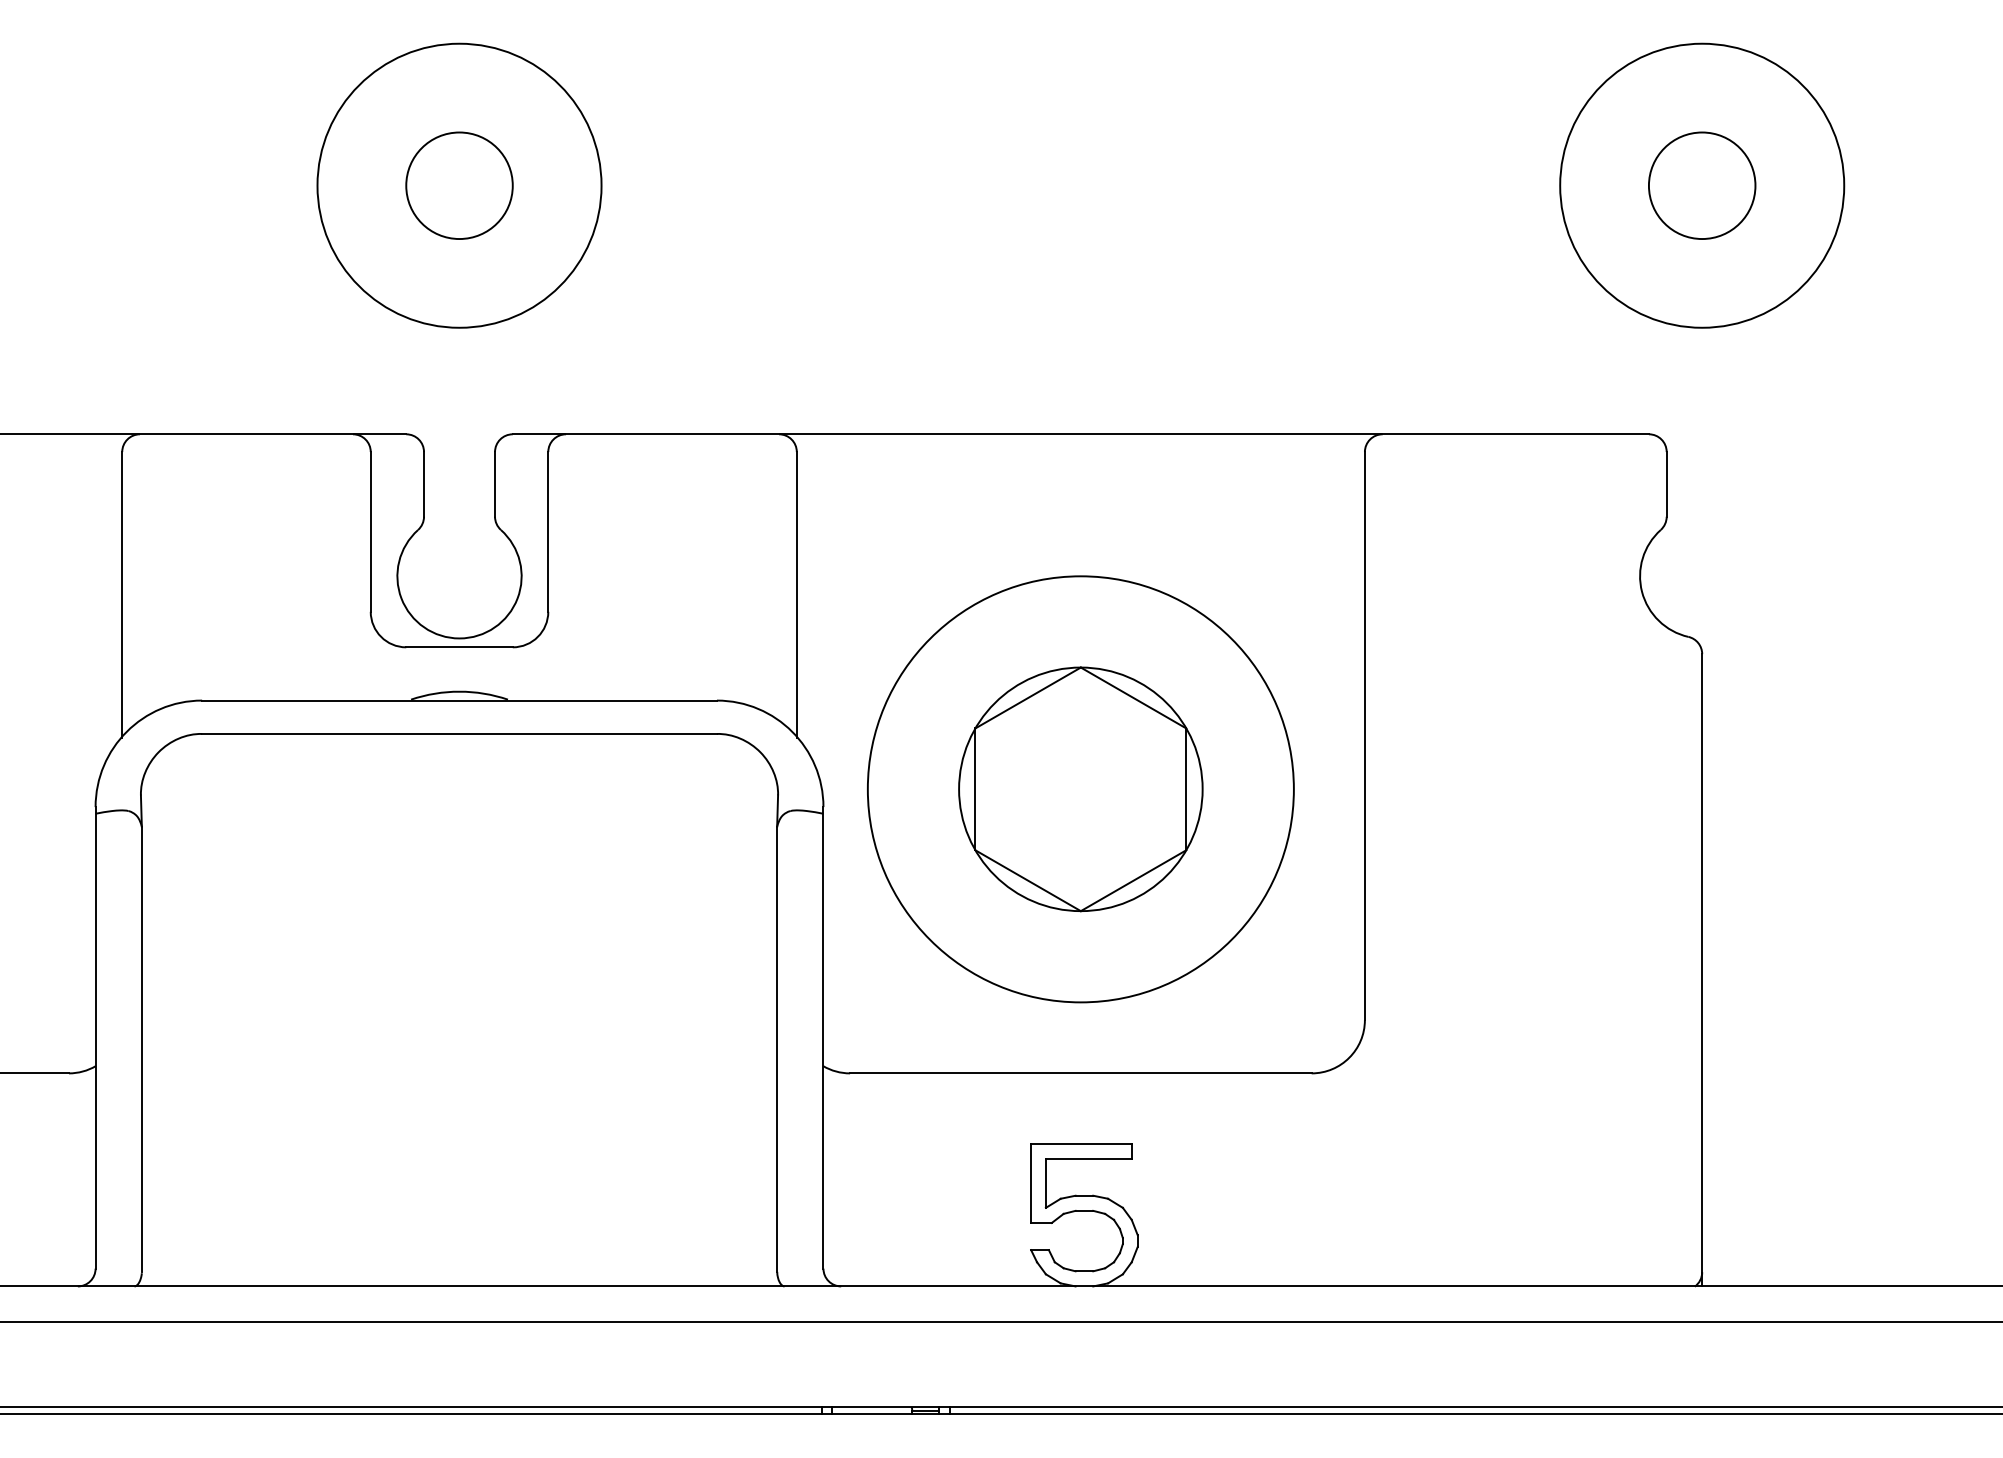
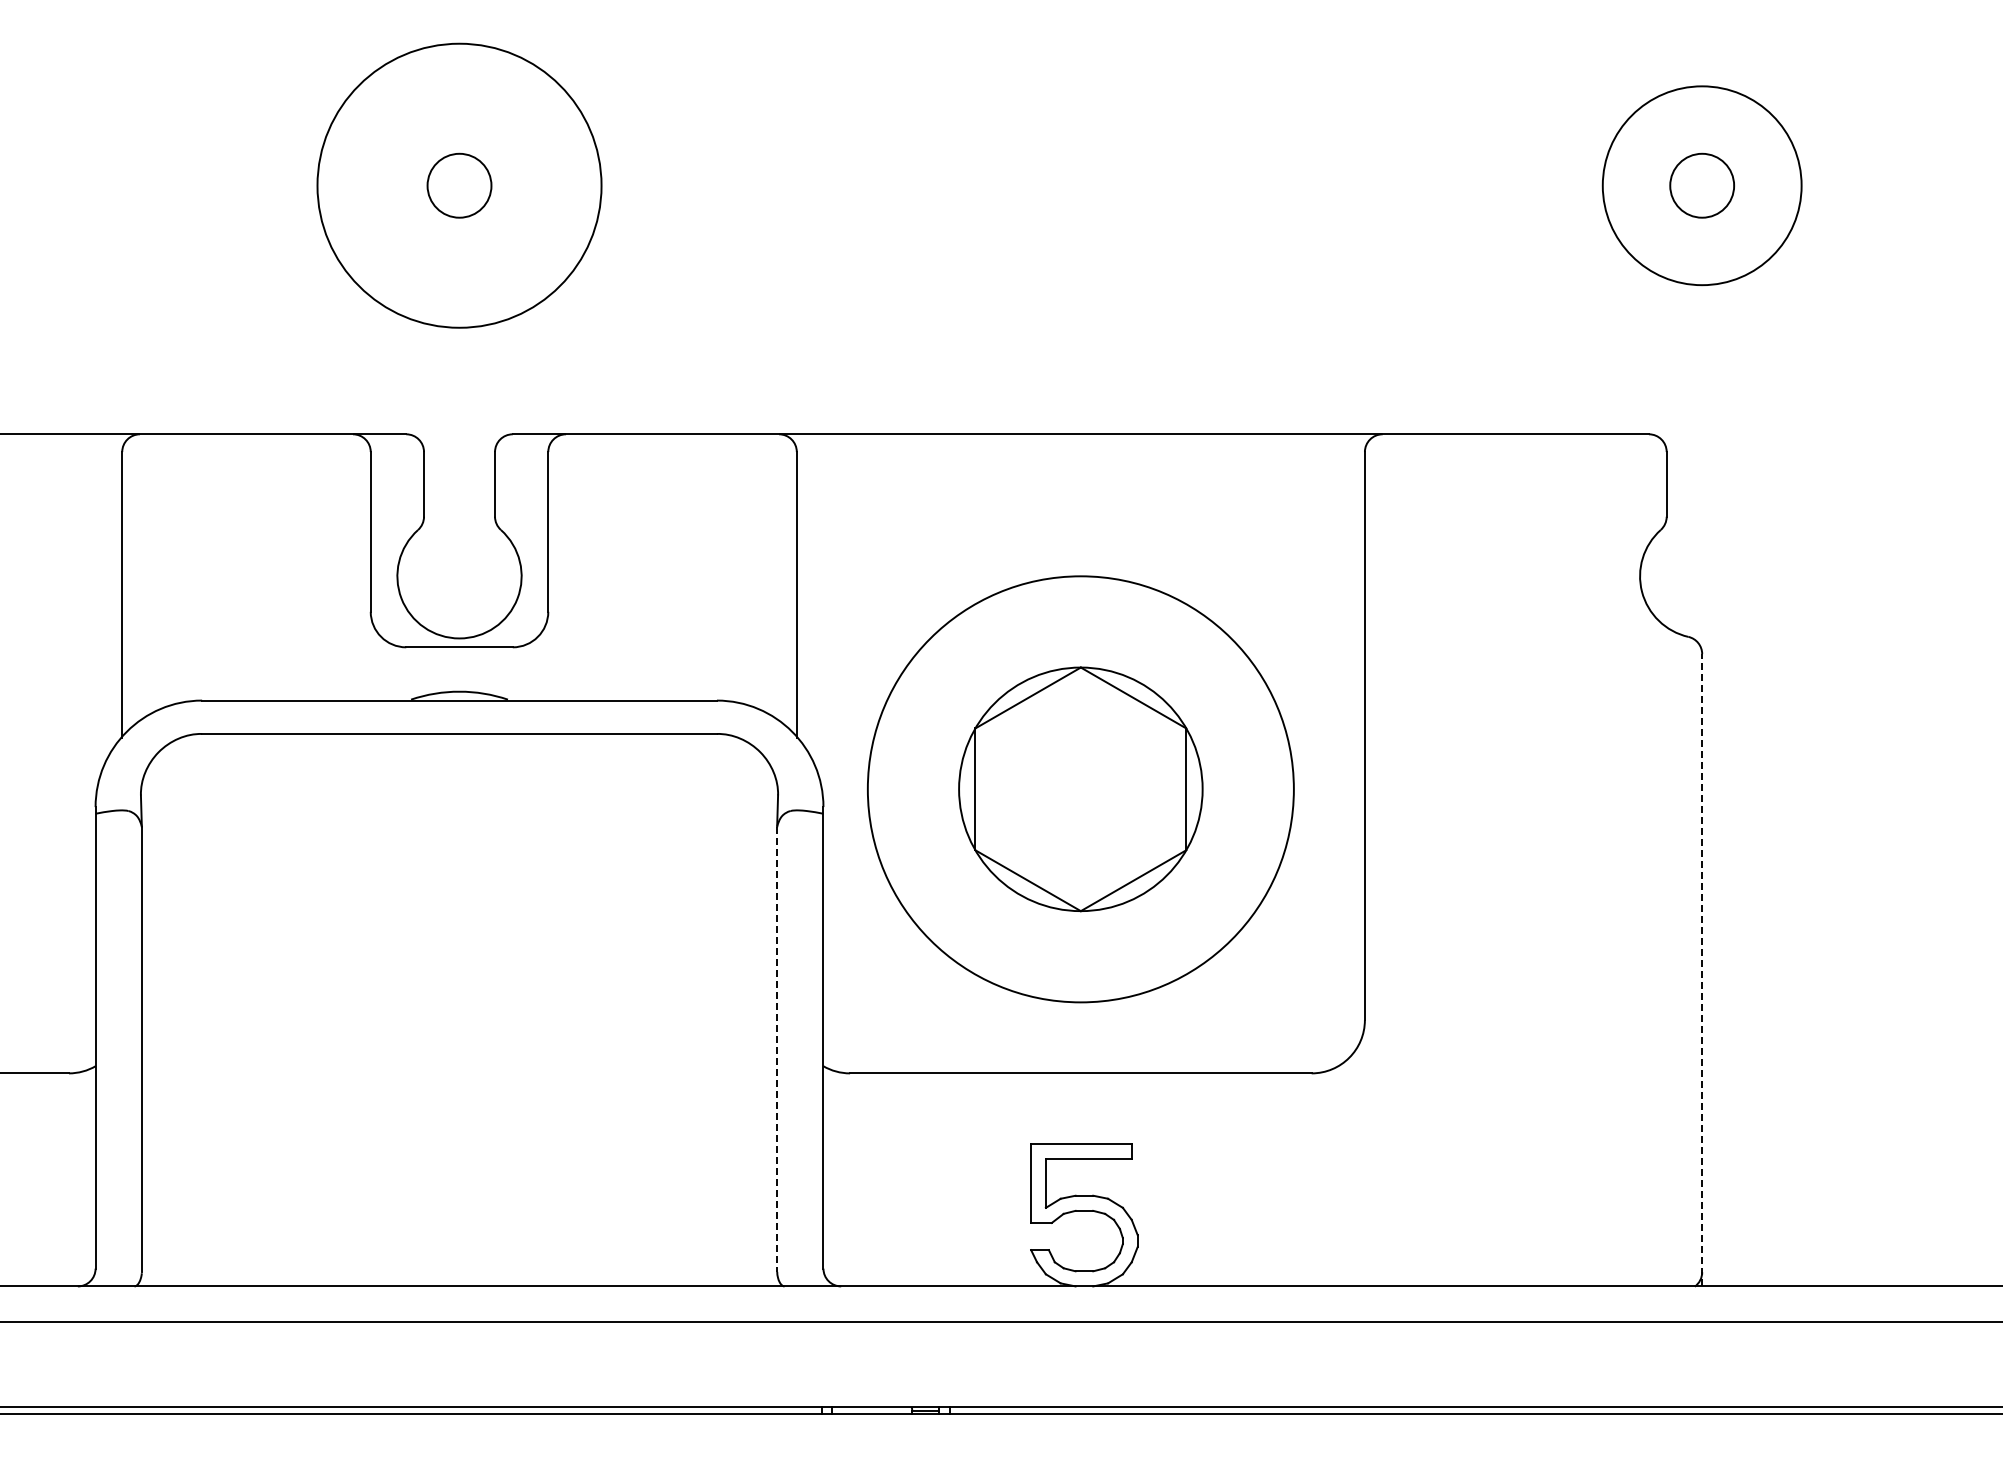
circle at (459, 185) diameter: 107 px -> 64 px
circle at (1701, 185) diameter: 107 px -> 64 px
circle at (1702, 185) diameter: 284 px -> 199 px
line at (1702, 969): solid -> dashed
line at (777, 1049): solid -> dashed
